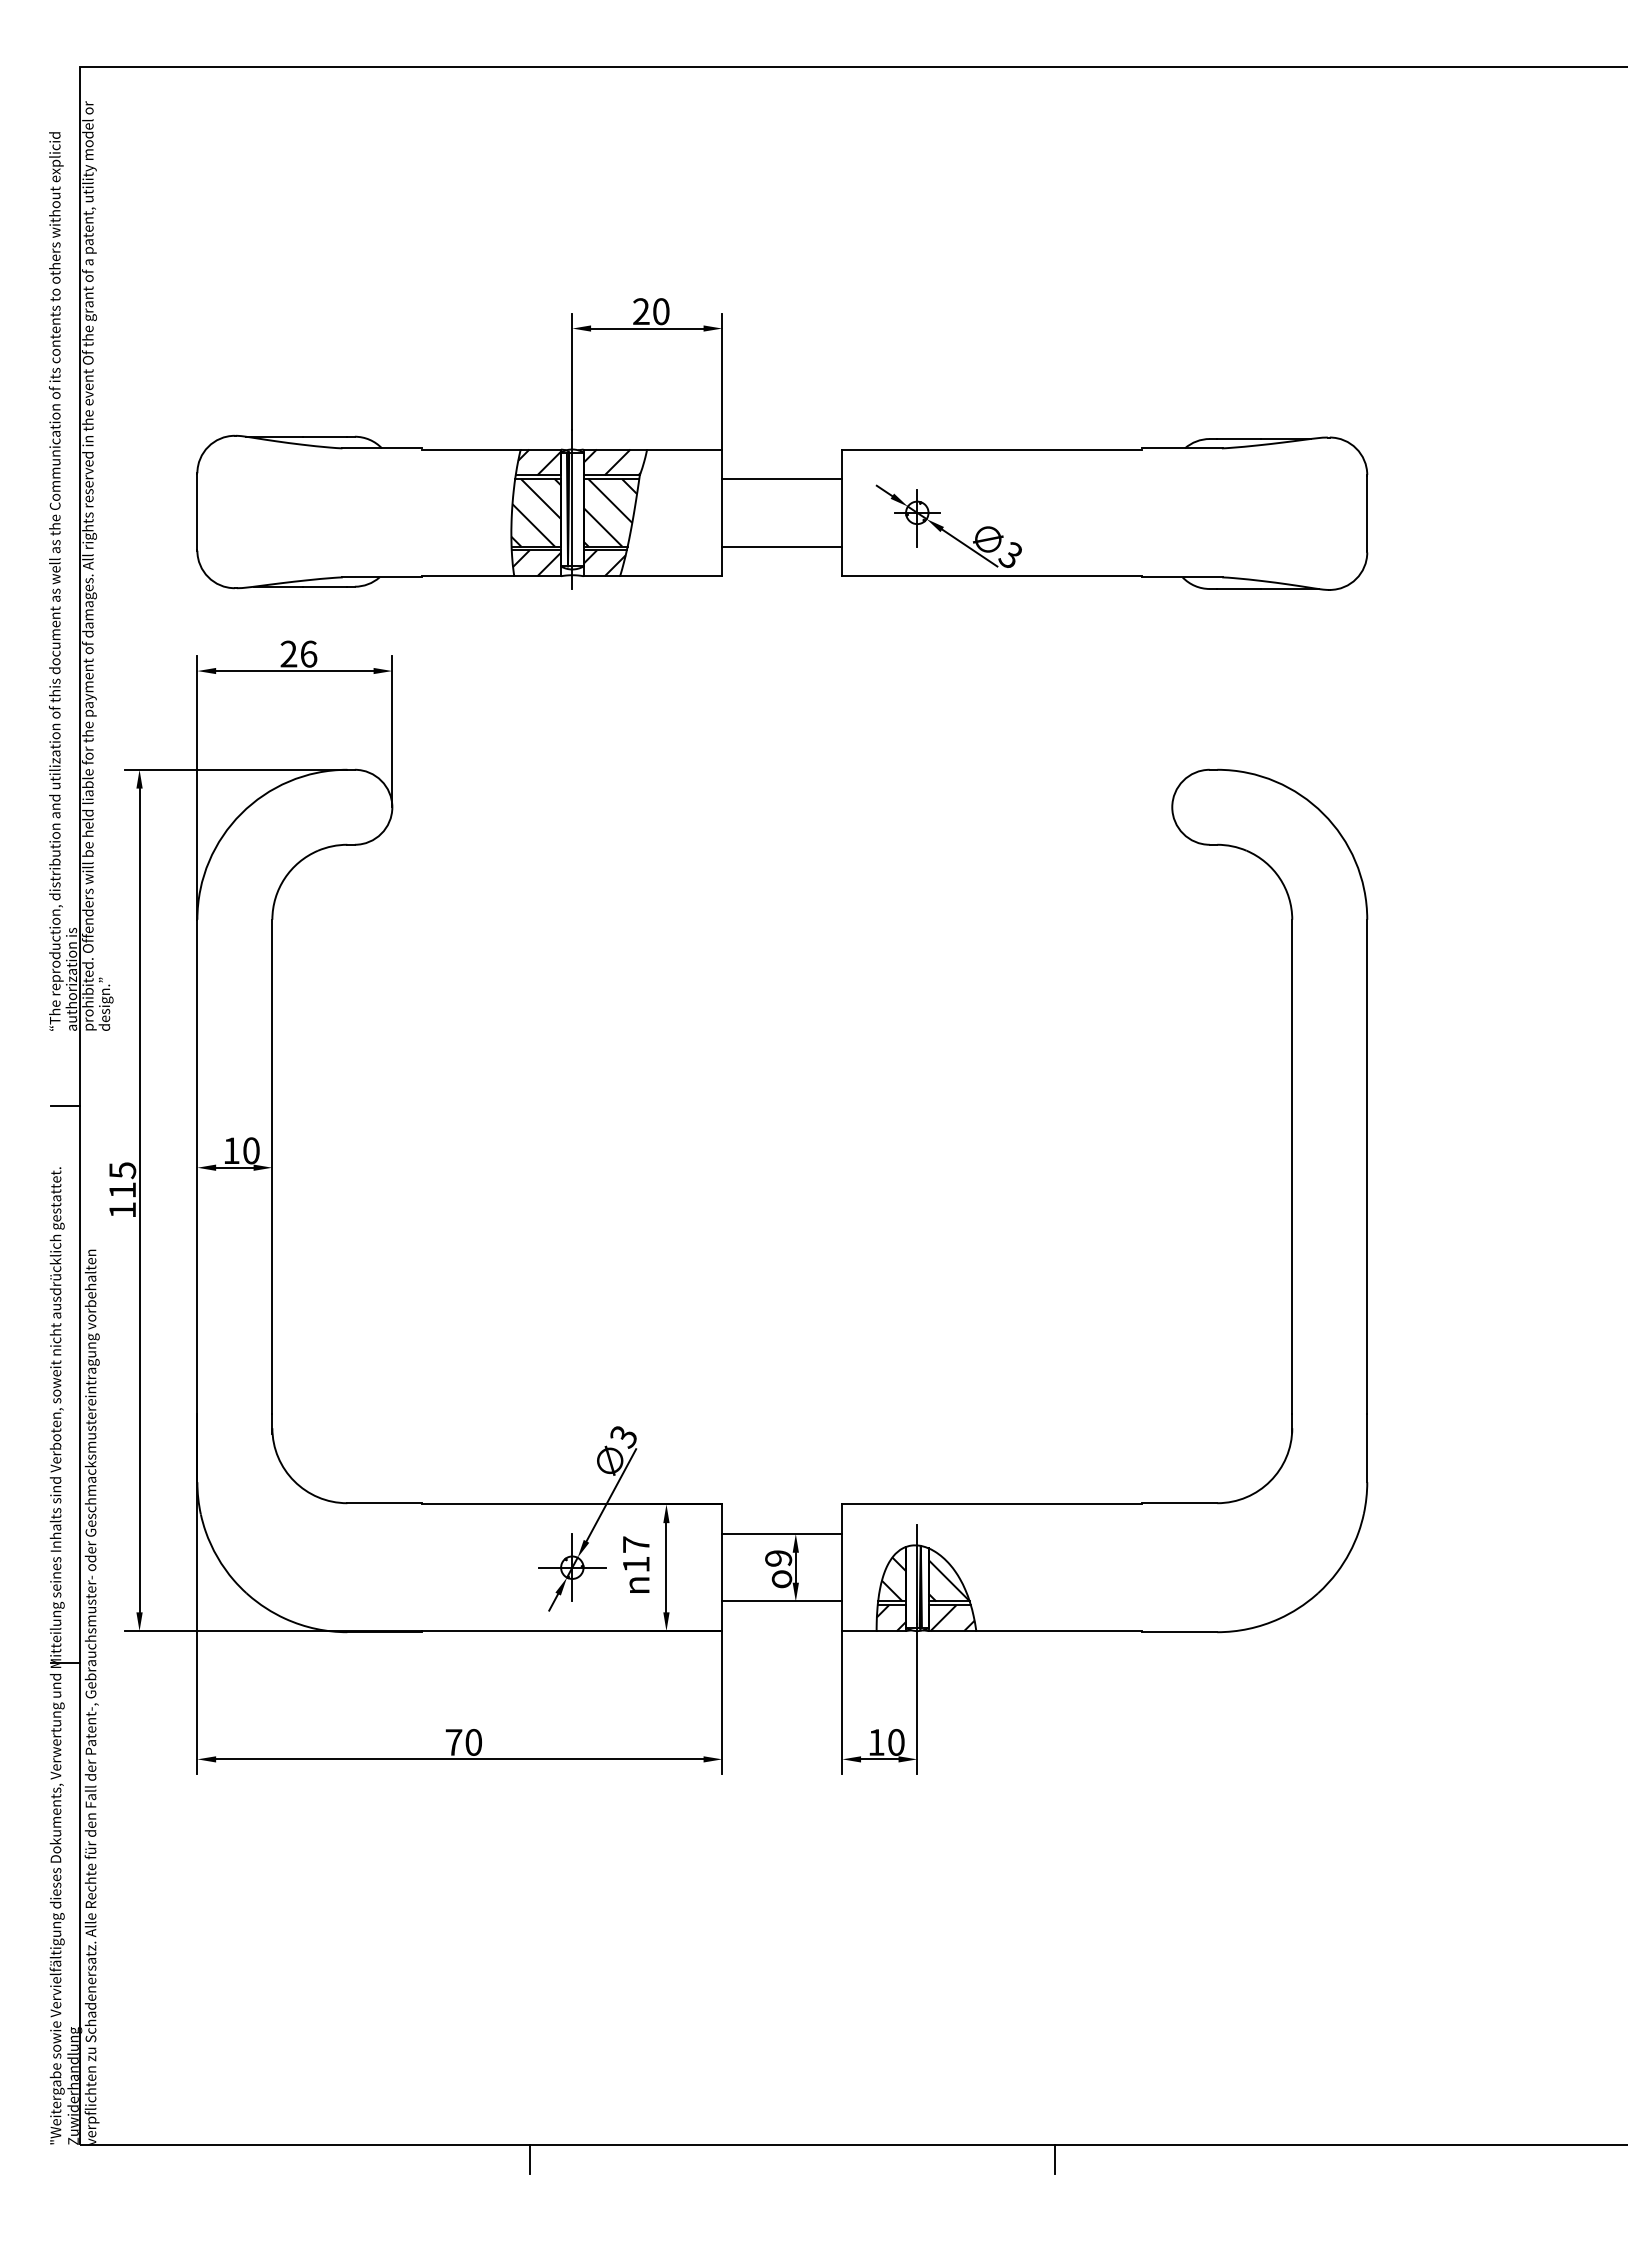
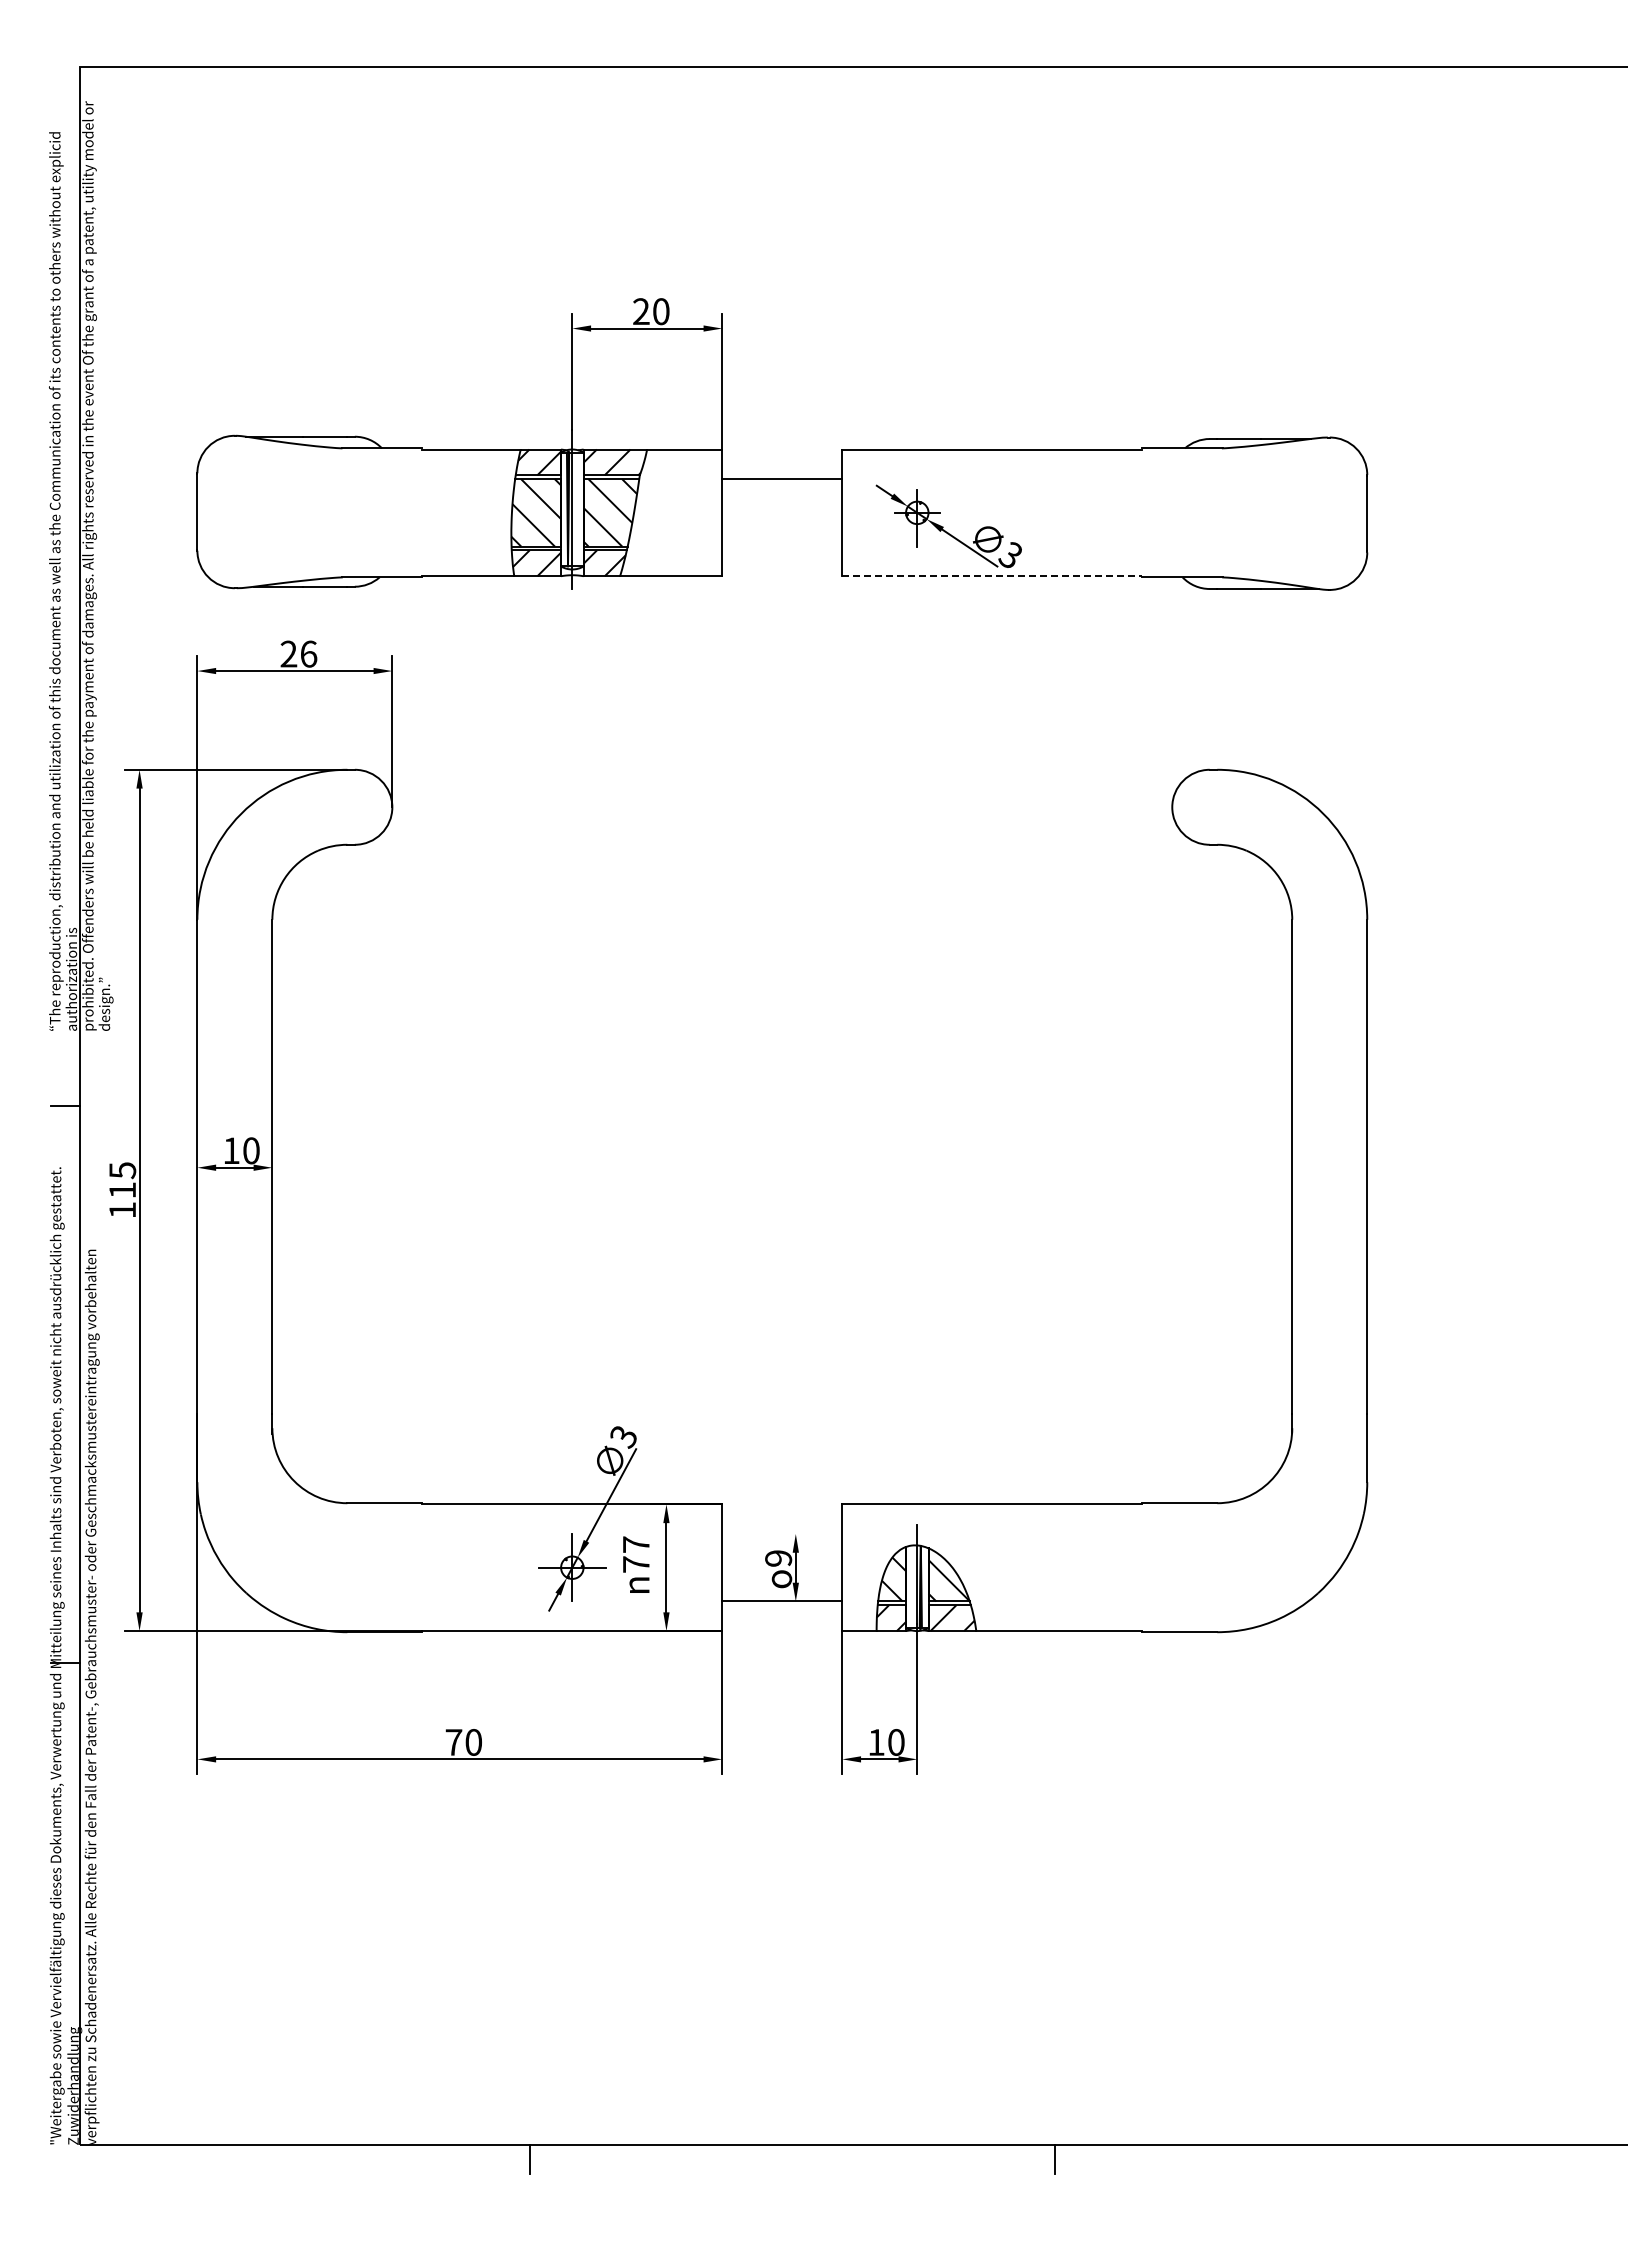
line at (782, 546): present -> none
line at (992, 576): solid -> dashed
line at (782, 1533): present -> none
text at (636, 1564): 17 -> 77
